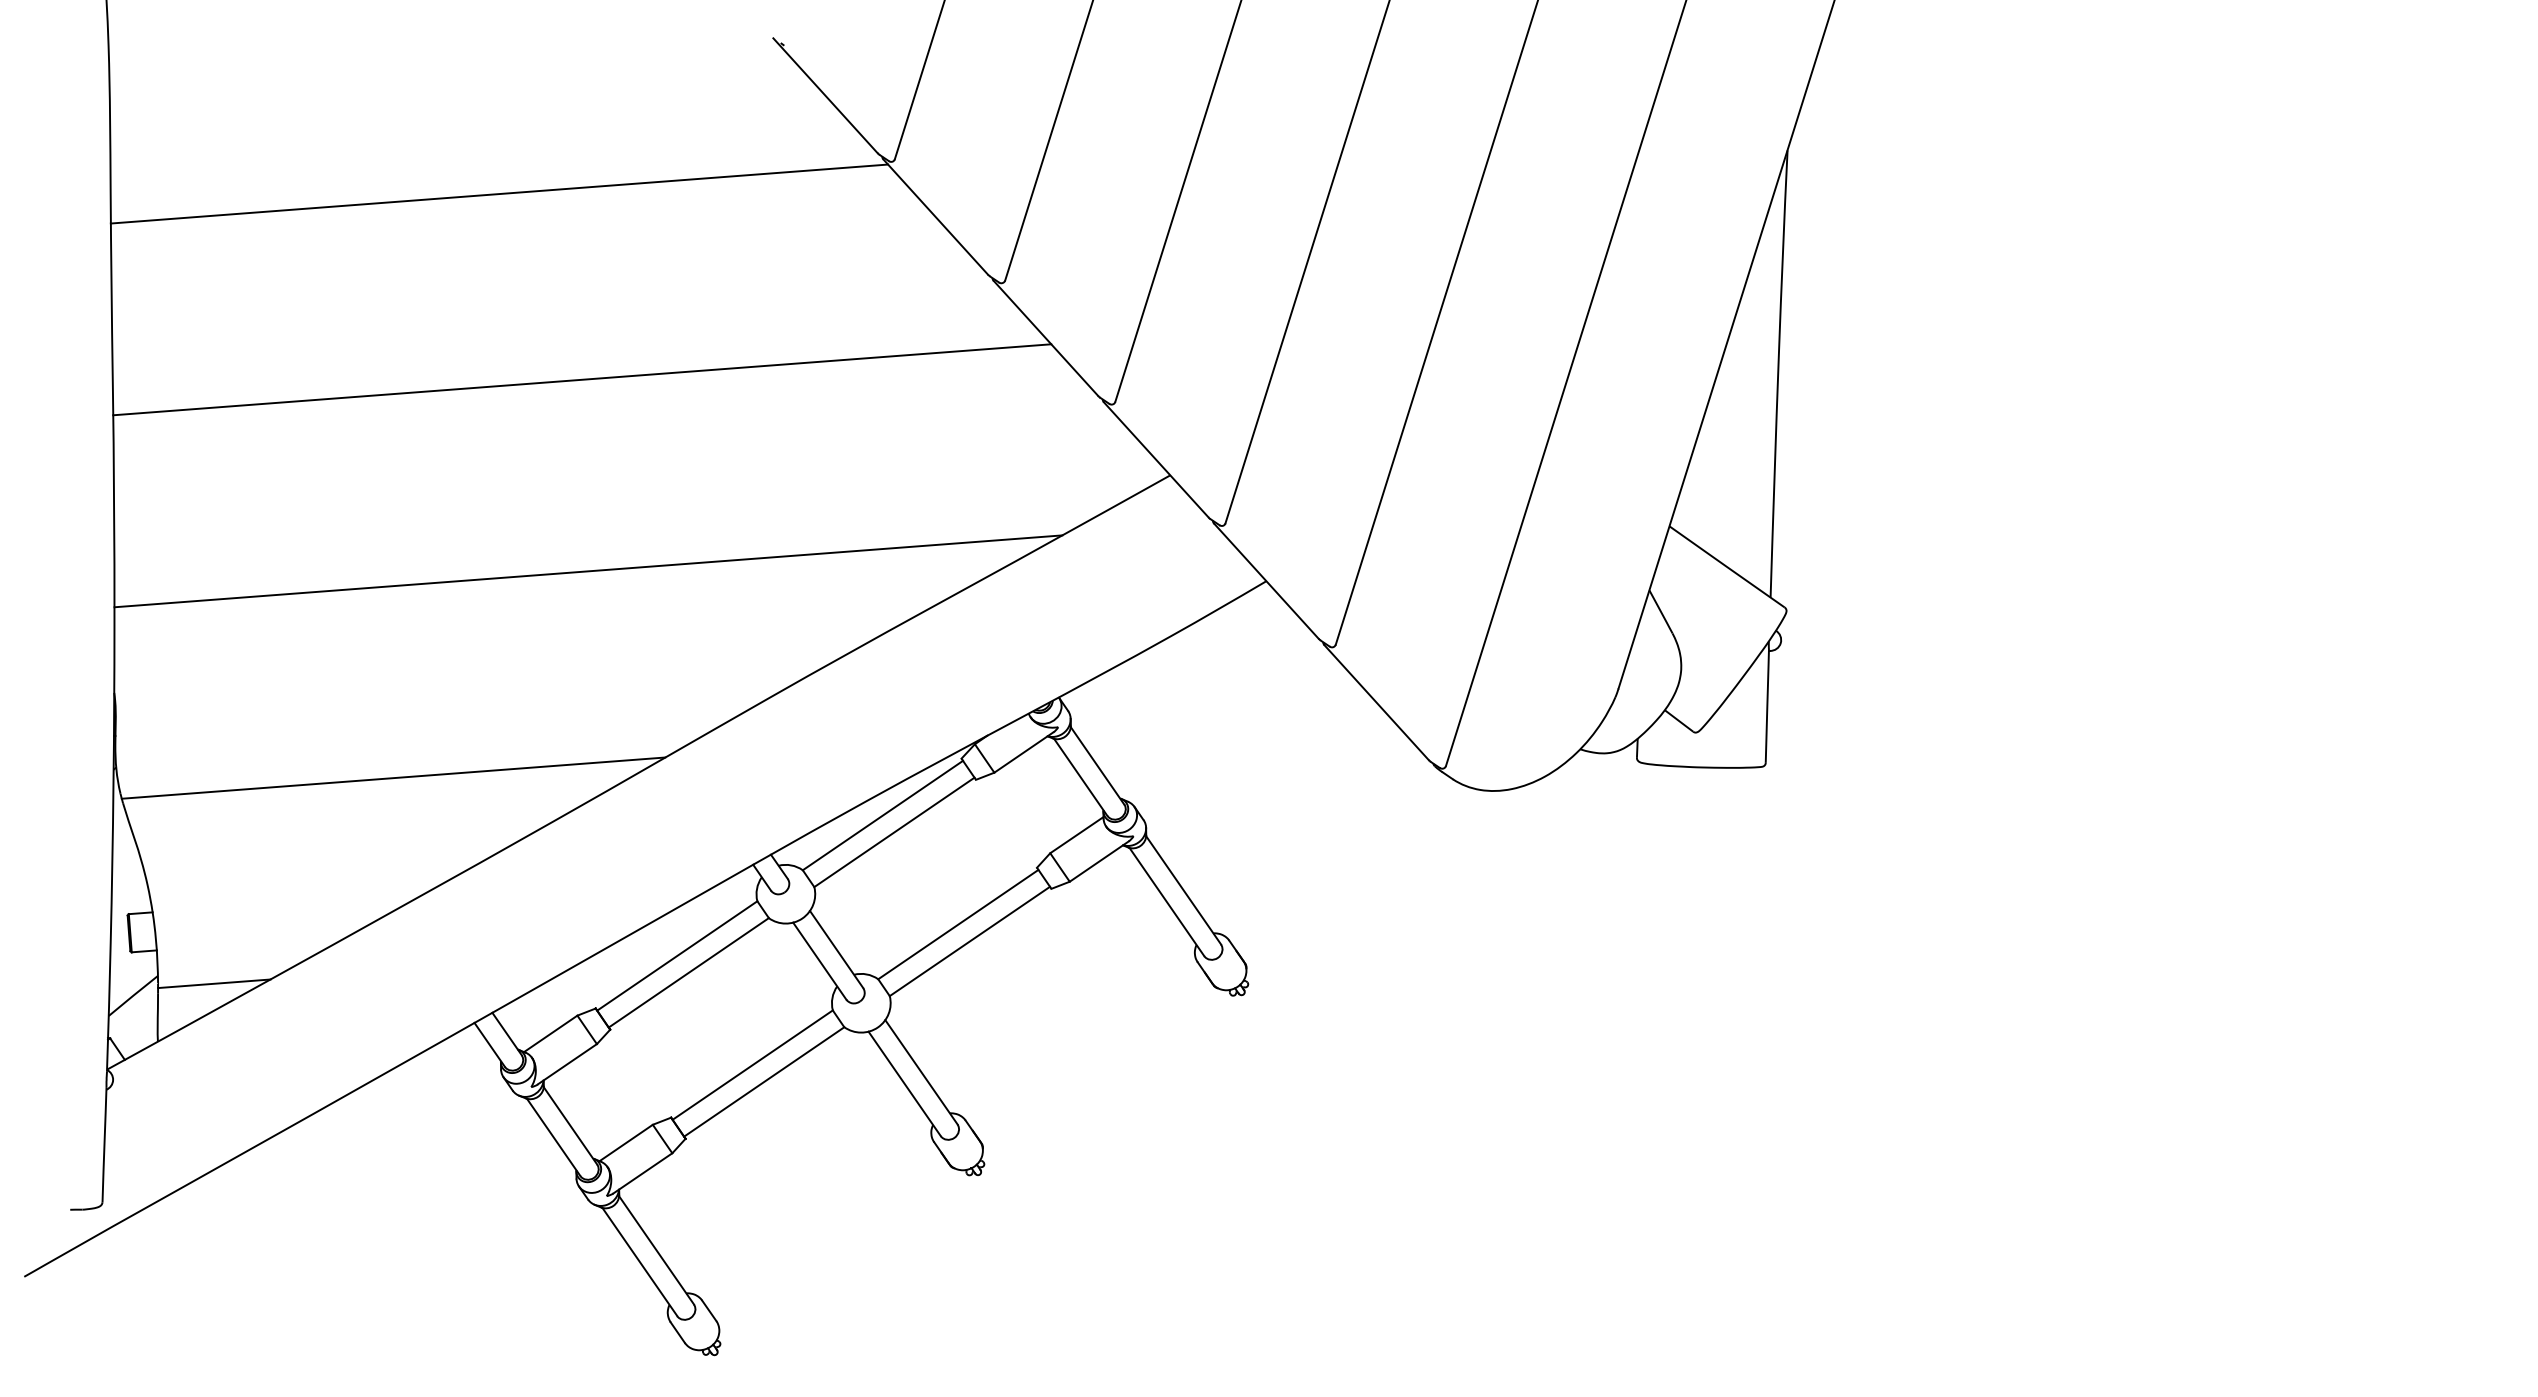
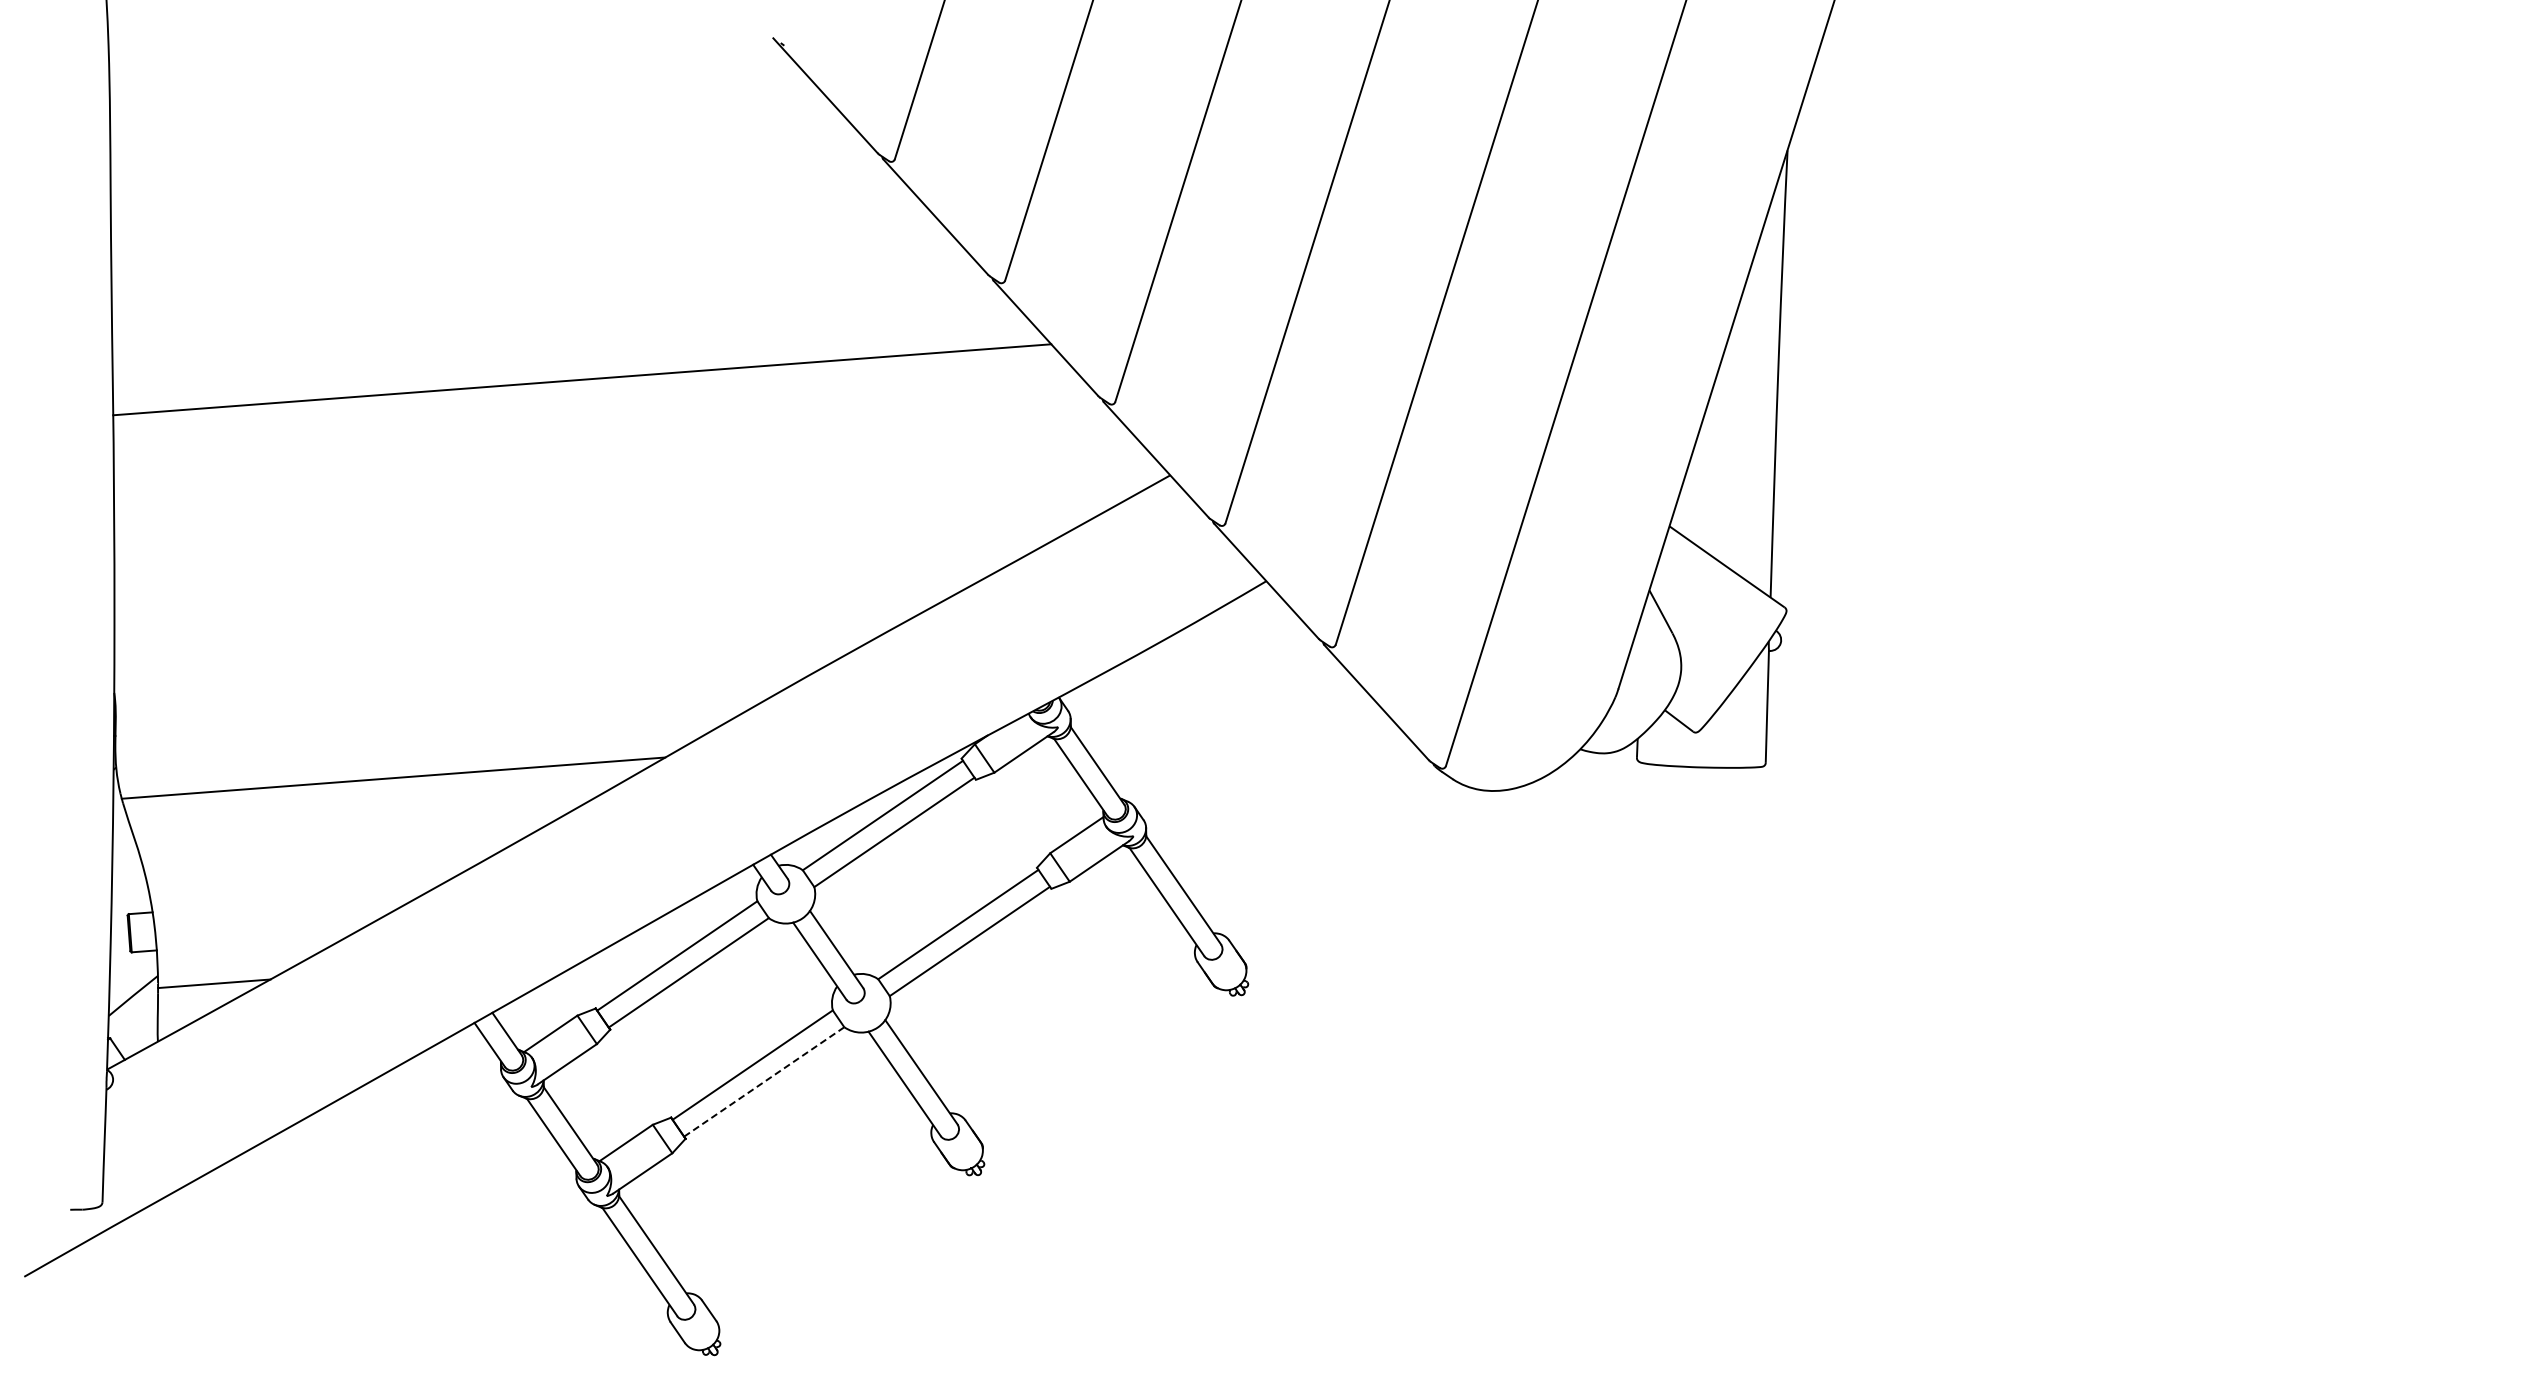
line at (499, 193): present -> none
line at (588, 571): present -> none
line at (764, 1081): solid -> dashed
